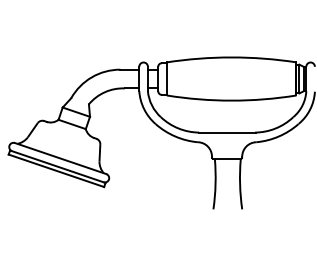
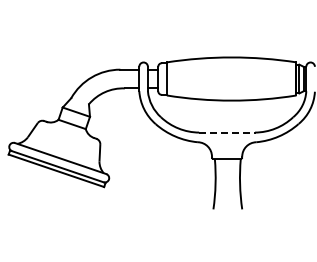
line at (227, 132): solid -> dashed
